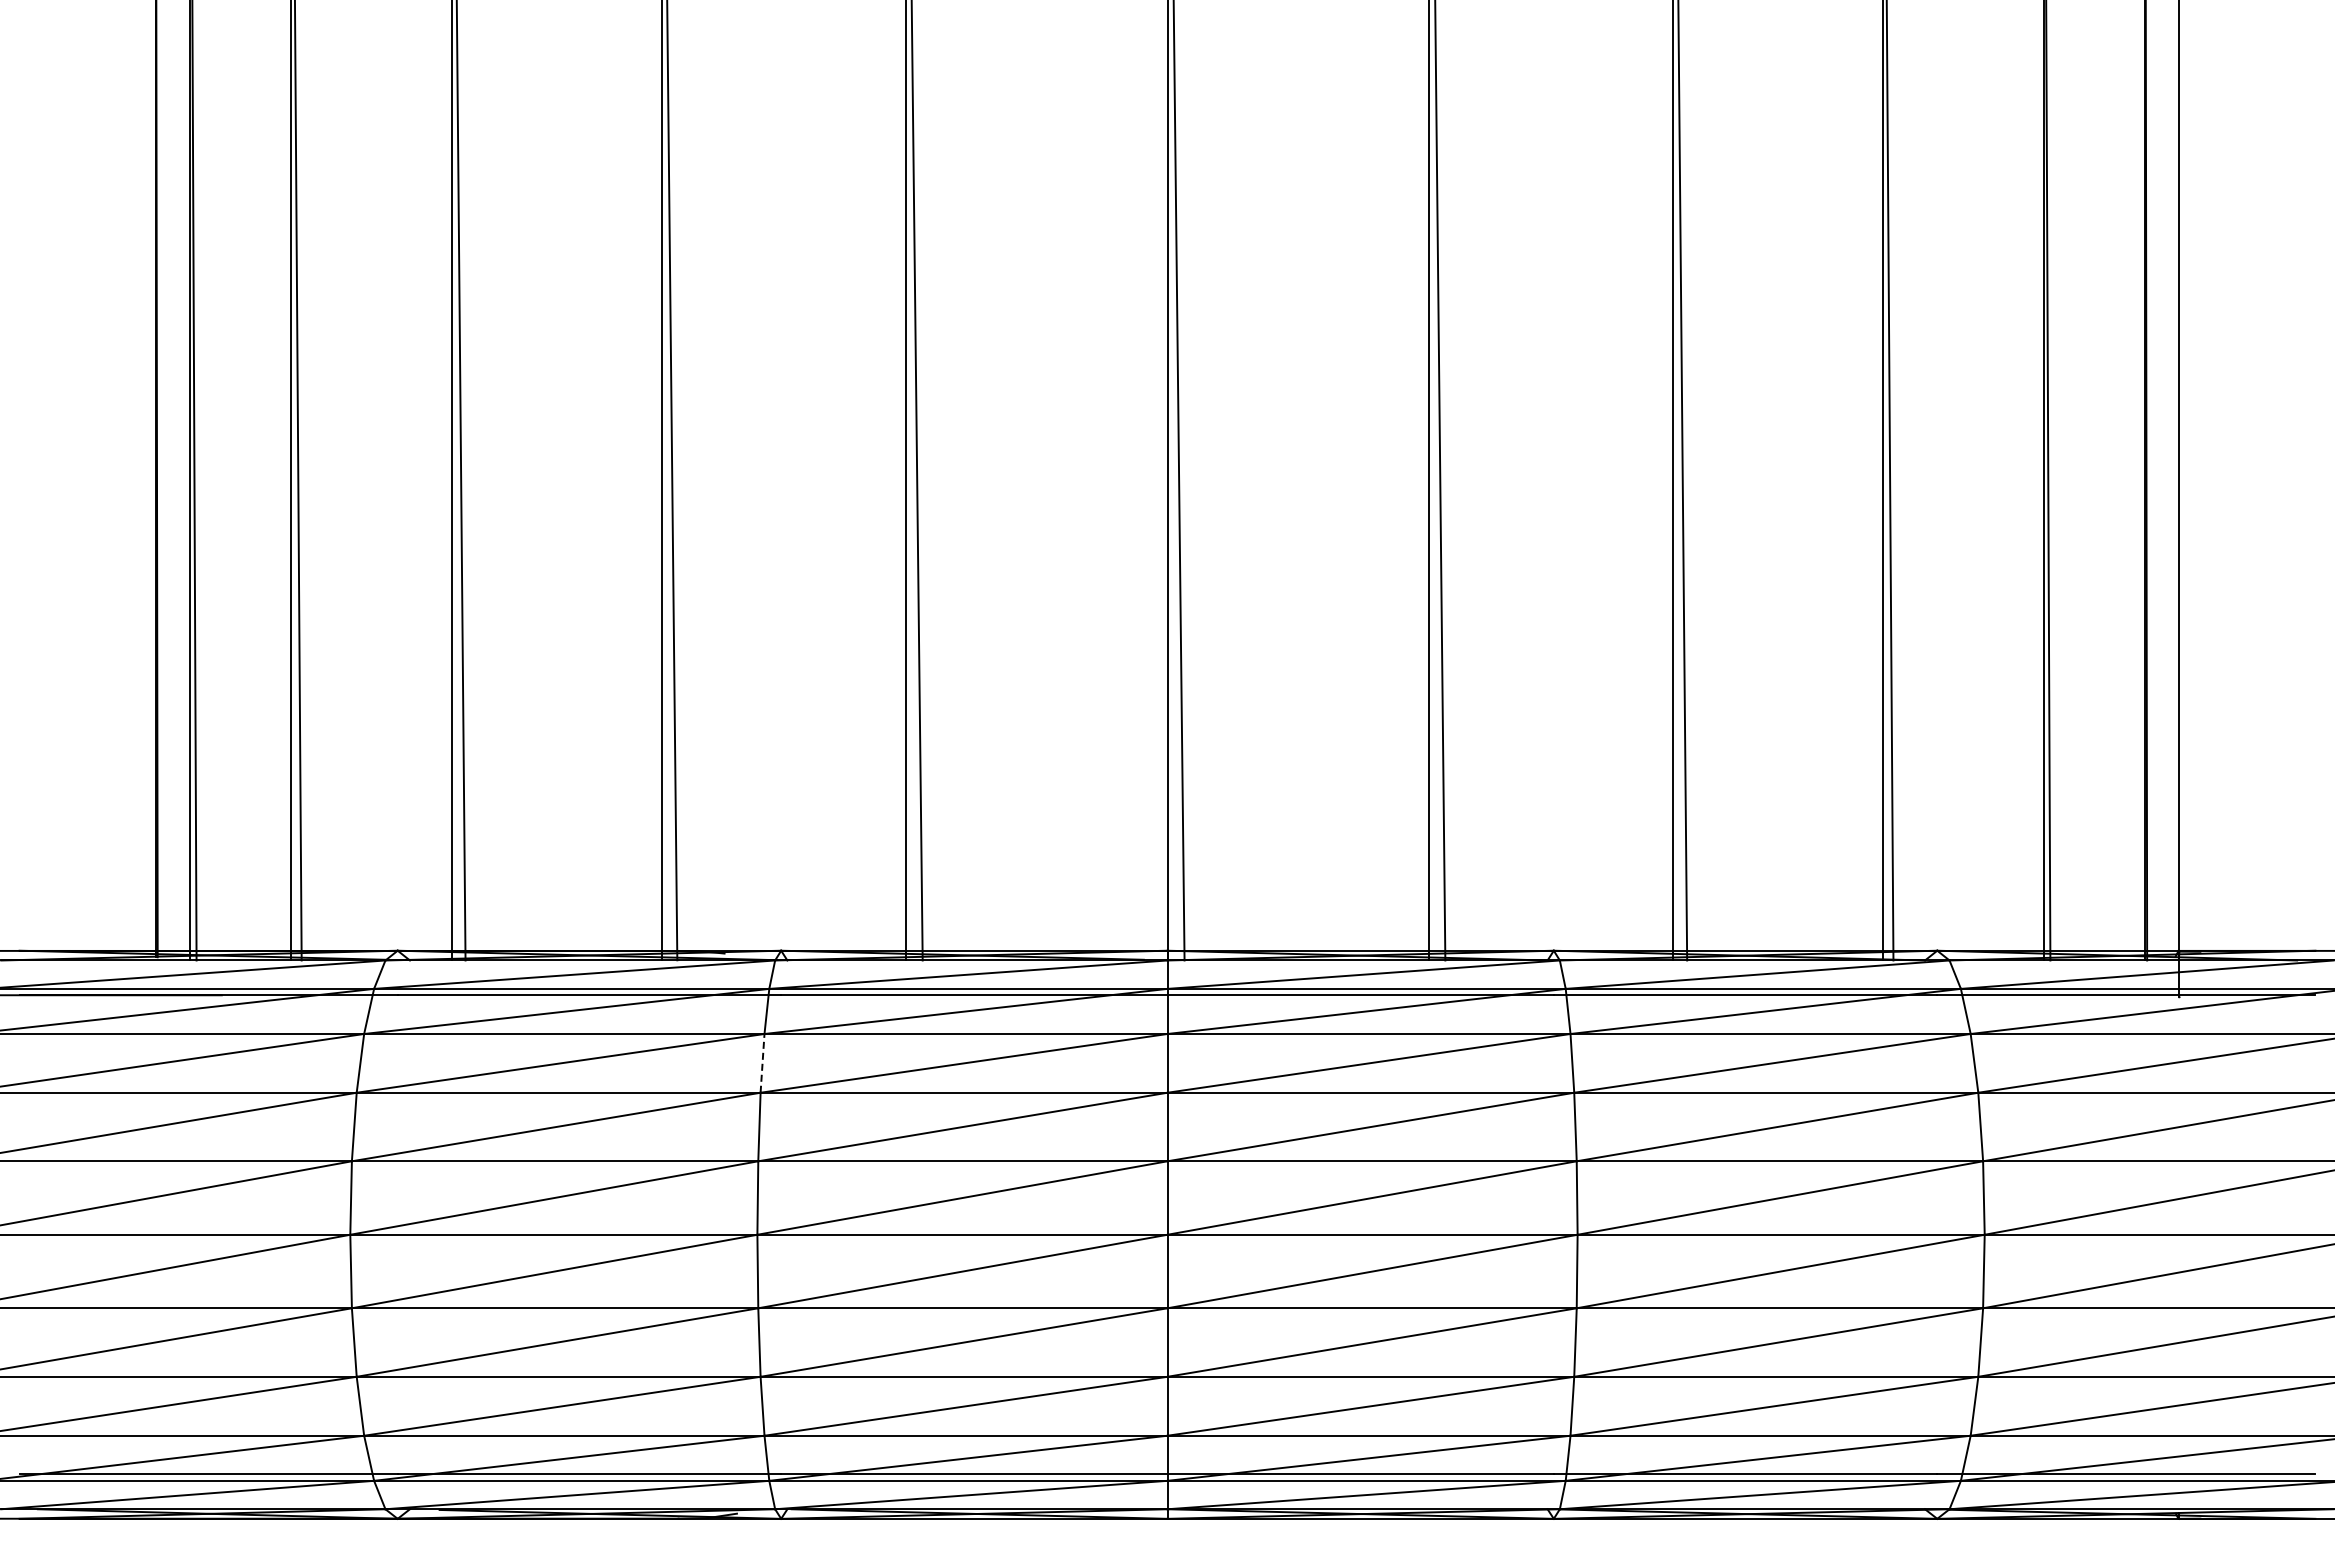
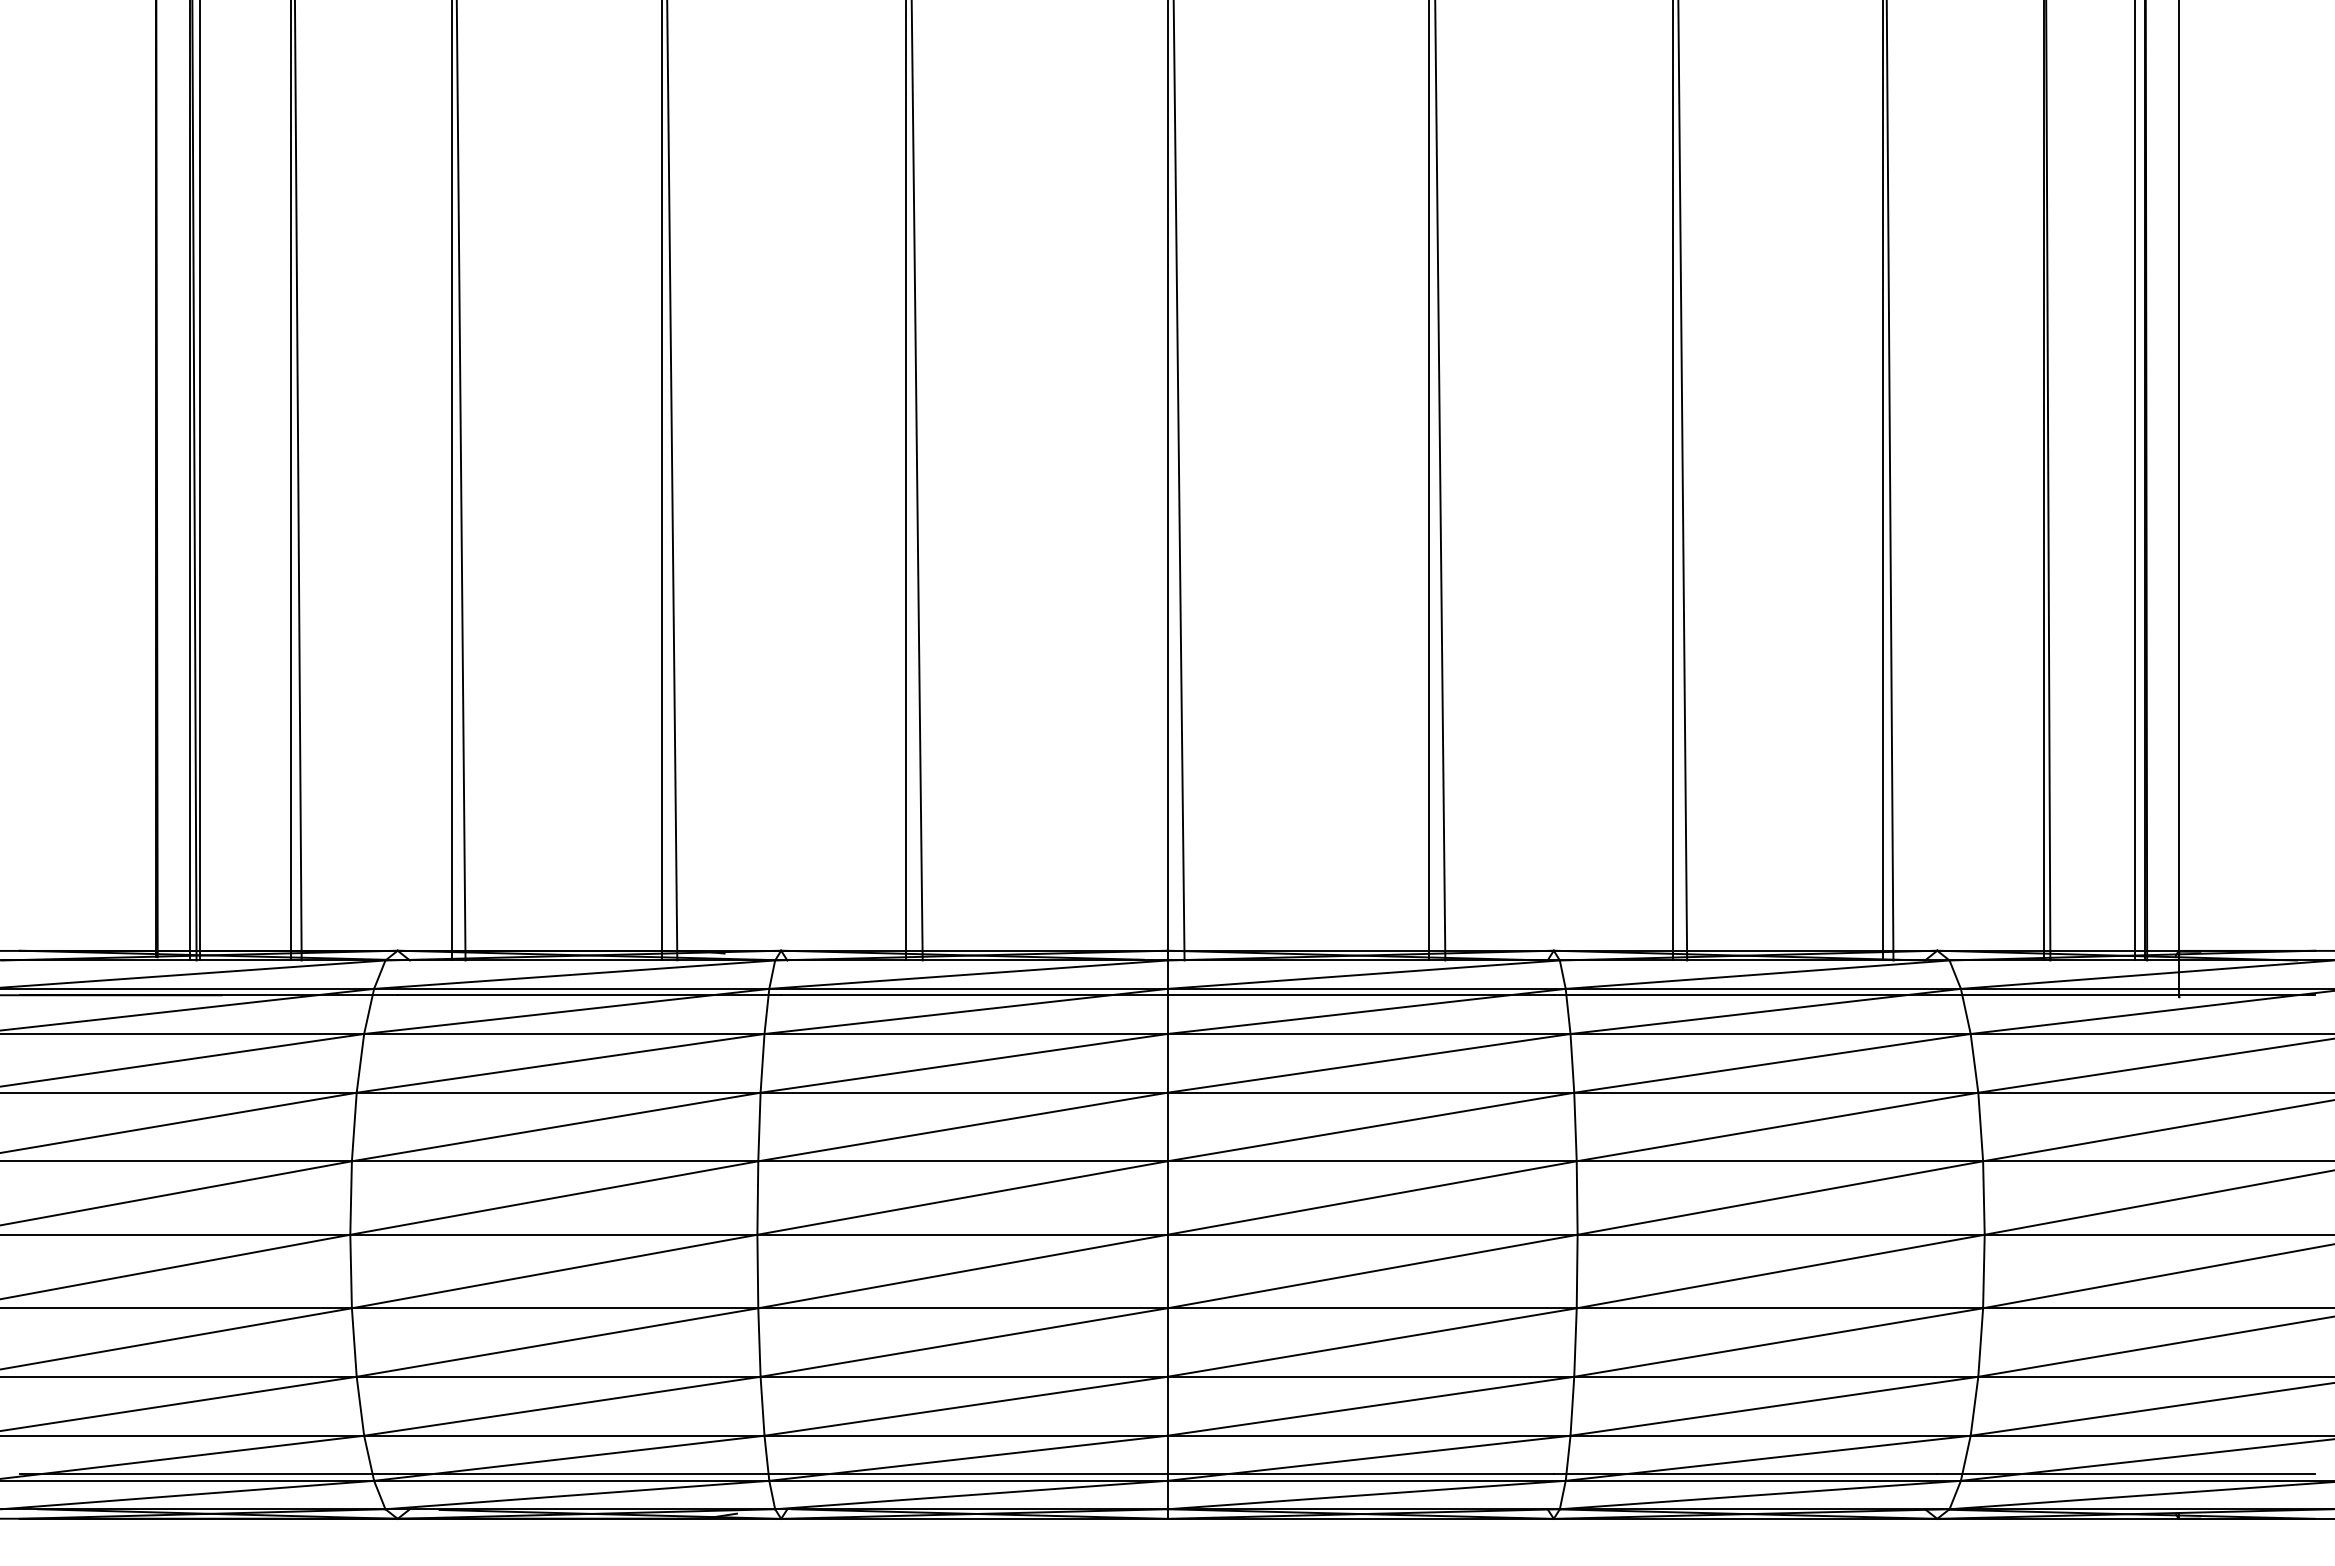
line at (199, 481): none -> present
line at (2135, 481): none -> present
line at (762, 1062): dashed -> solid
